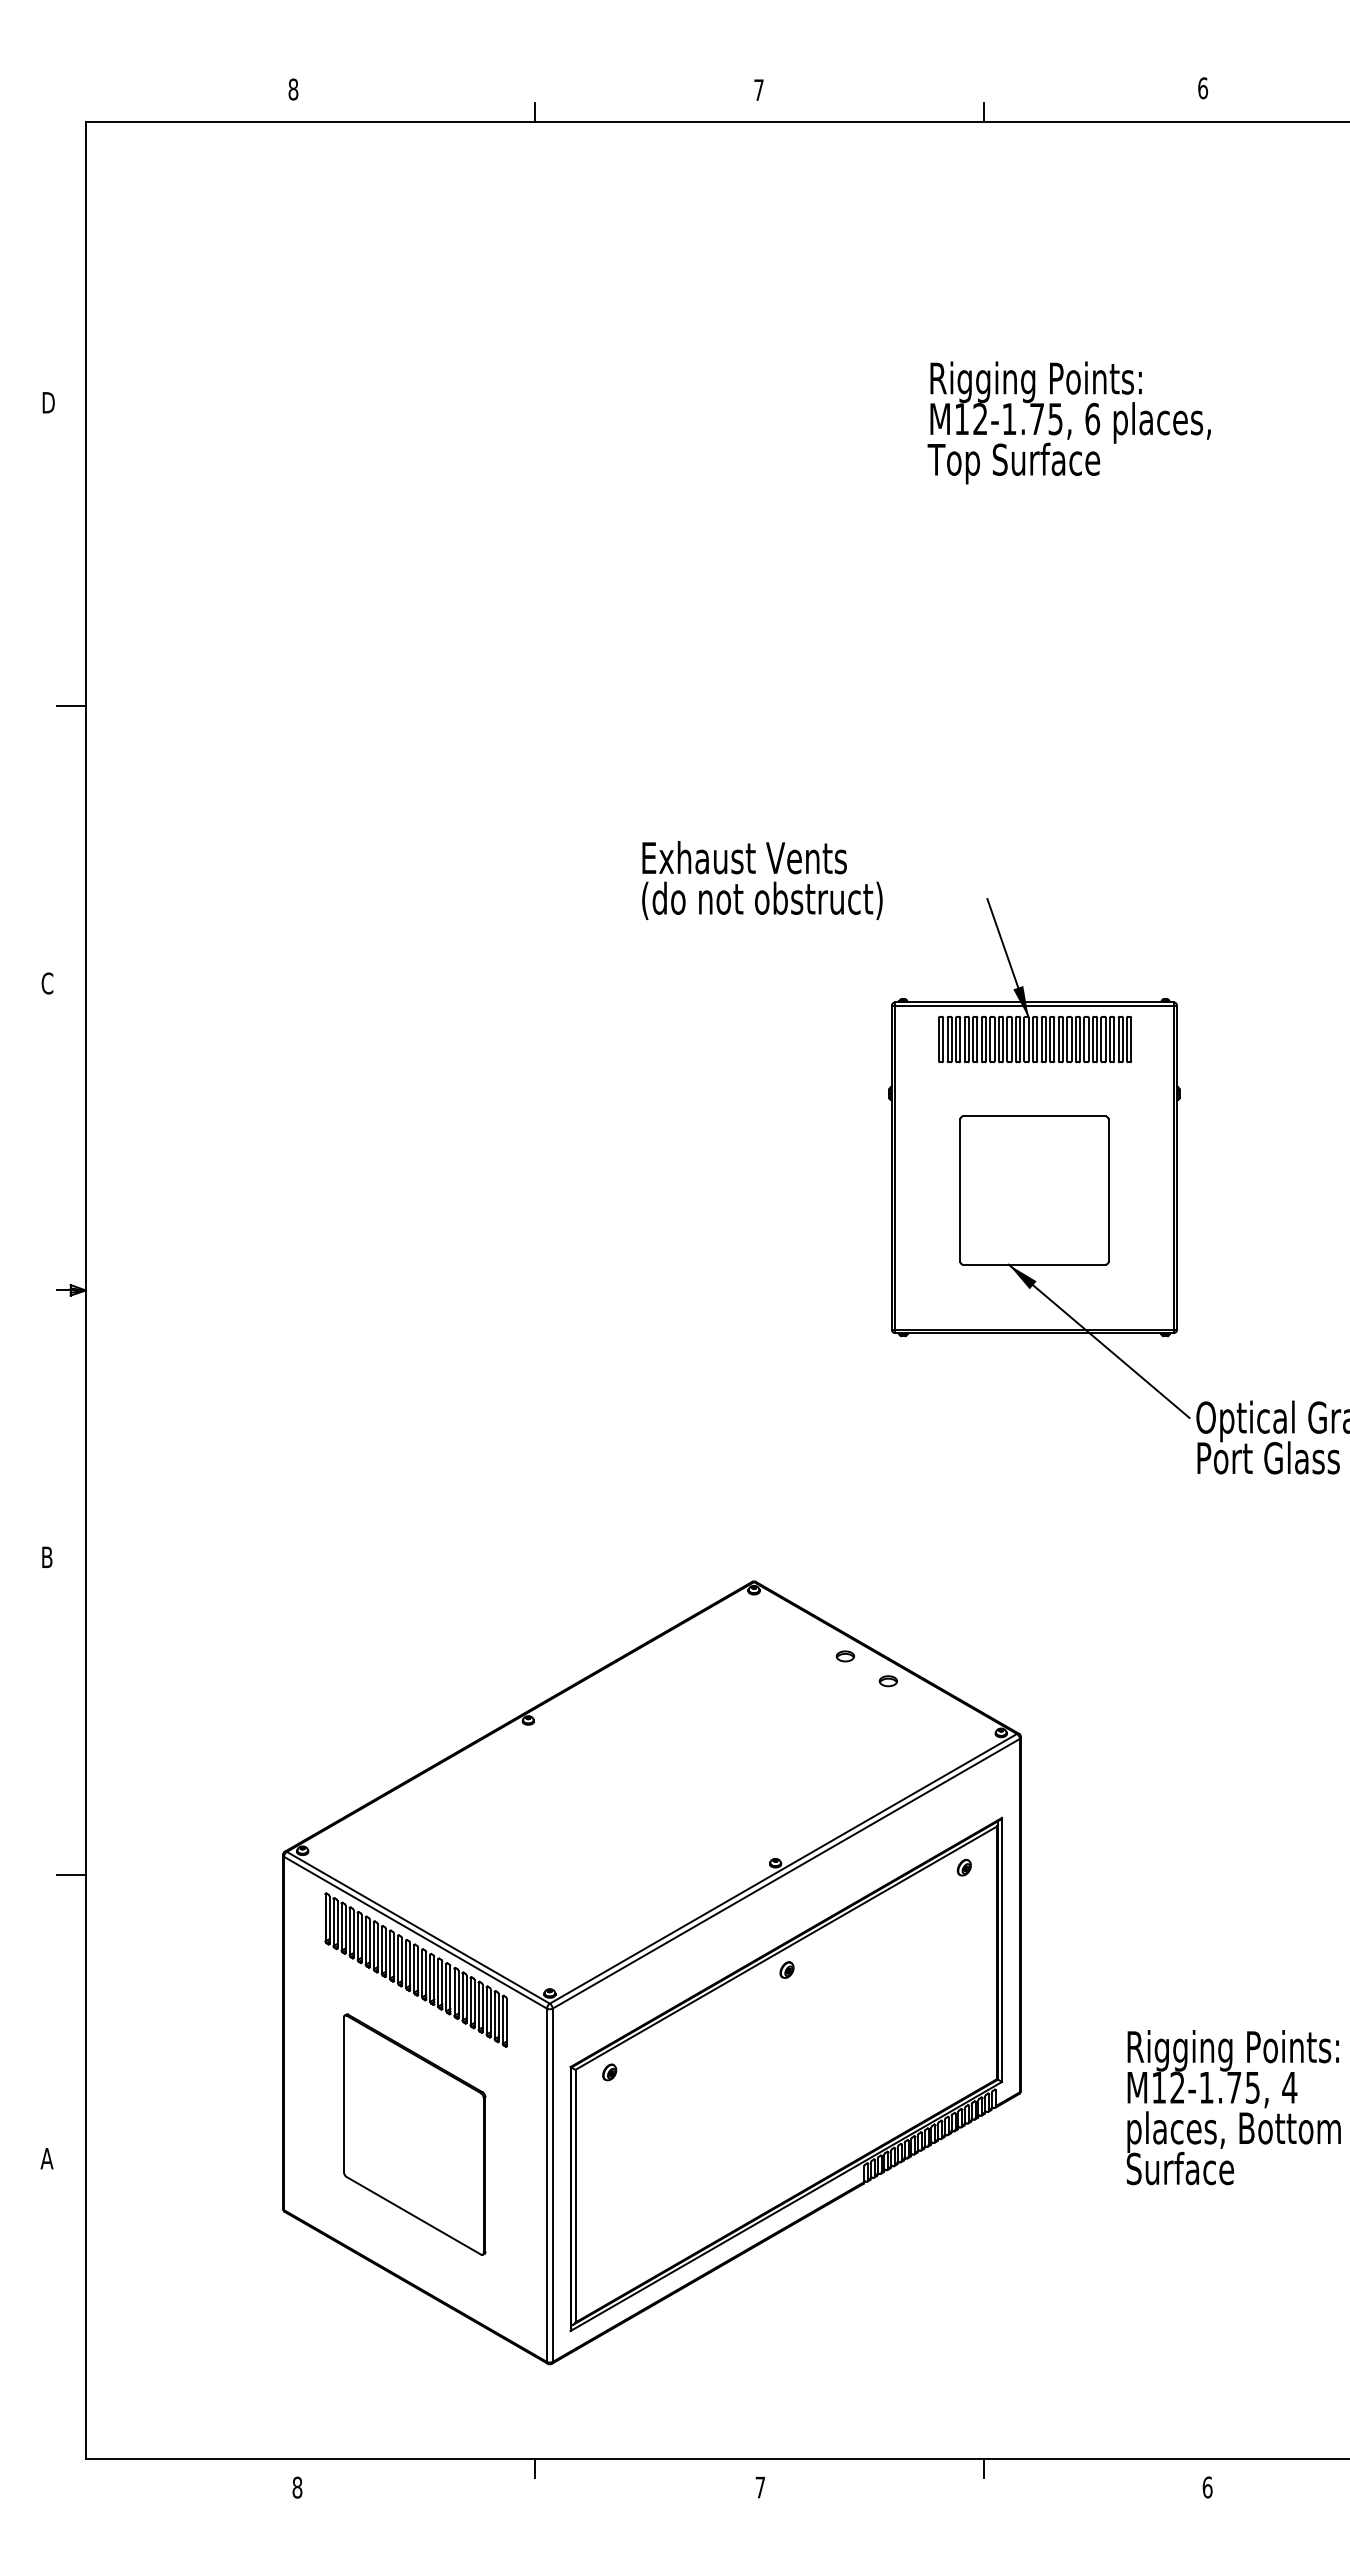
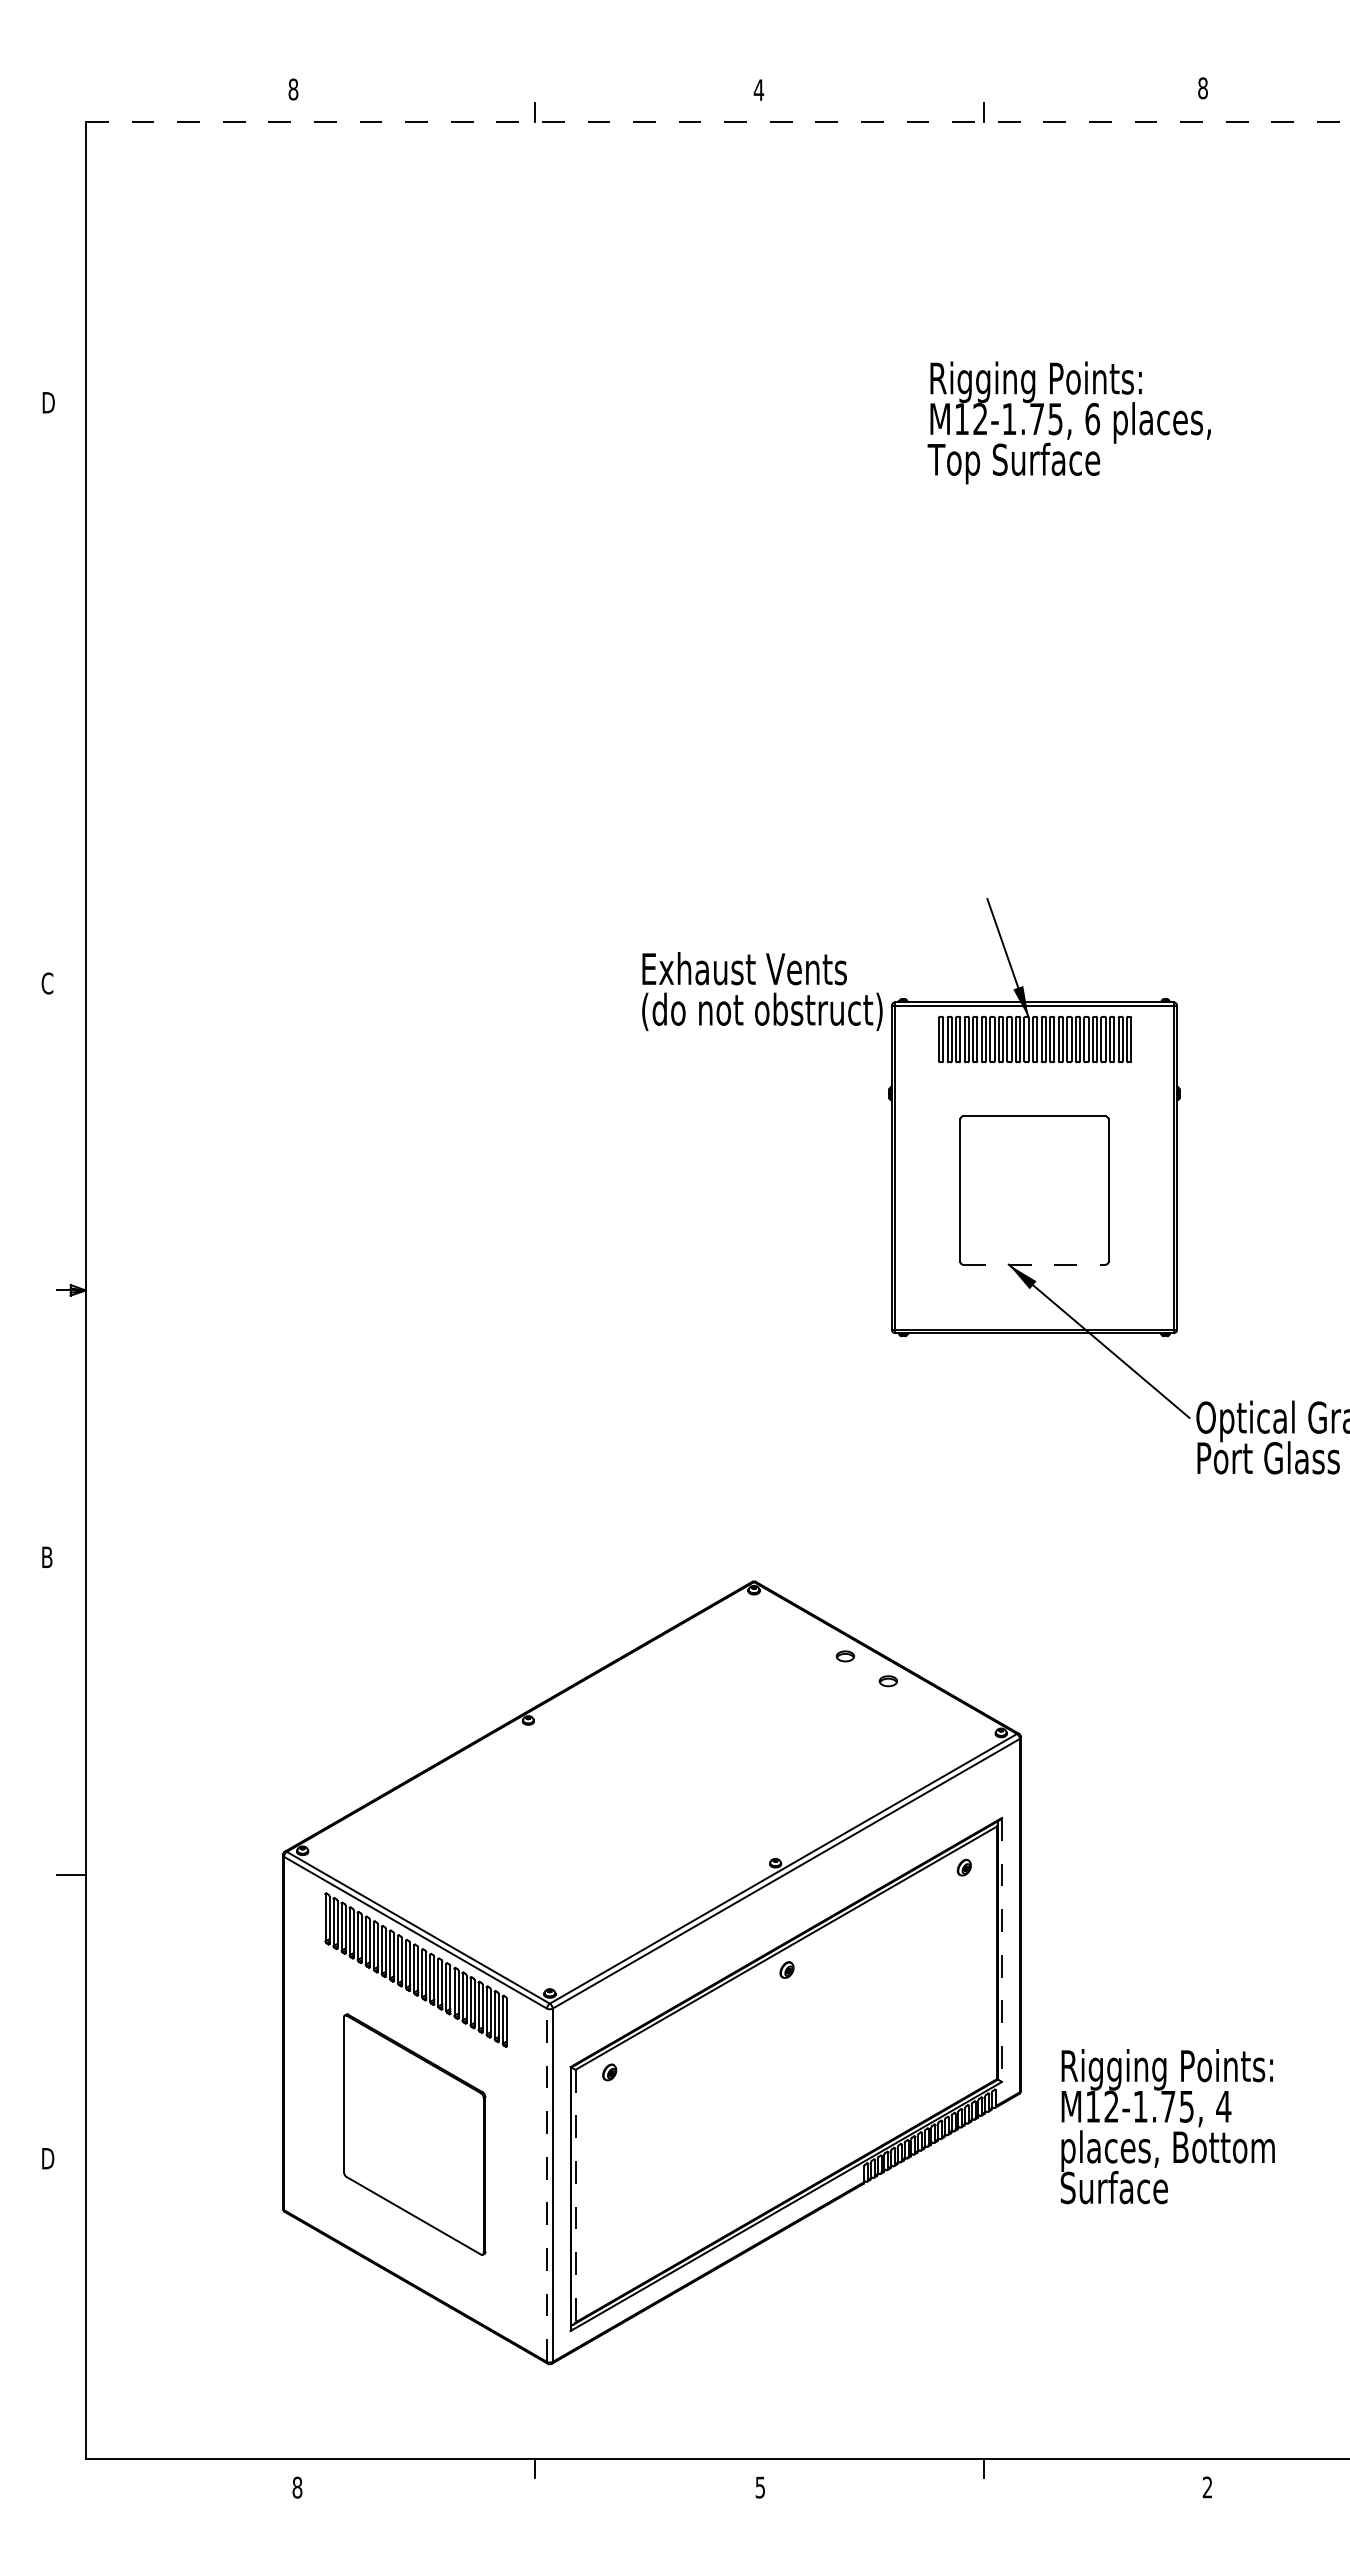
text at (1203, 88): 6 -> 8
text at (758, 89): 7 -> 4
line at (717, 122): solid -> dashed
line at (71, 706): present -> none
text at (762, 880) position: (762, 880) -> (762, 991)
line at (1034, 1264): solid -> dashed
line at (1002, 1950): solid -> dashed
text at (1233, 2107) position: (1233, 2107) -> (1167, 2126)
text at (47, 2158): A -> D
line at (547, 2185): solid -> dashed
line at (575, 2196): solid -> dashed
text at (760, 2487): 7 -> 5
text at (1207, 2487): 6 -> 2
